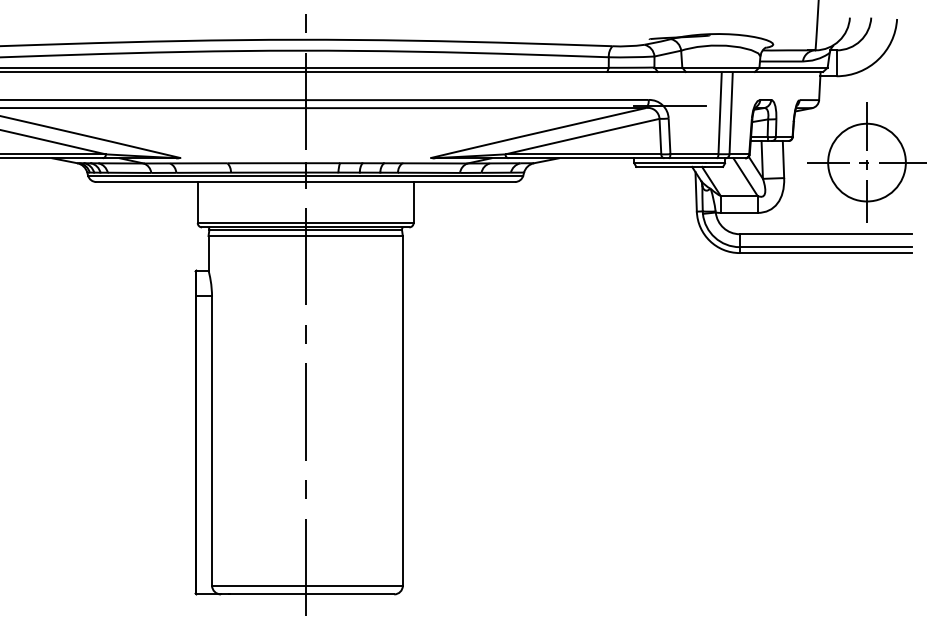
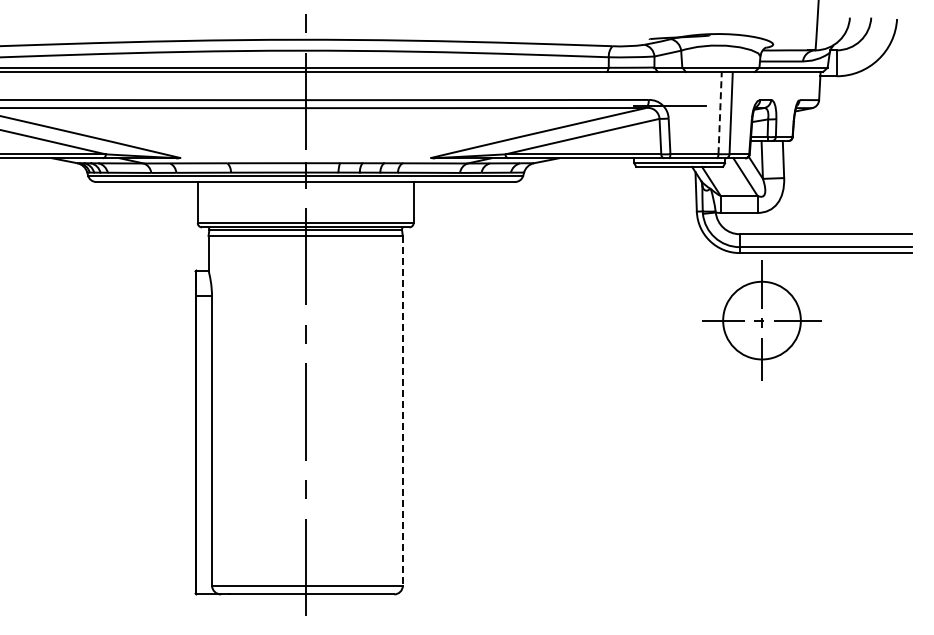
line at (720, 113): solid -> dashed
part at (866, 162) position: (866, 162) -> (761, 320)
line at (402, 410): solid -> dashed
